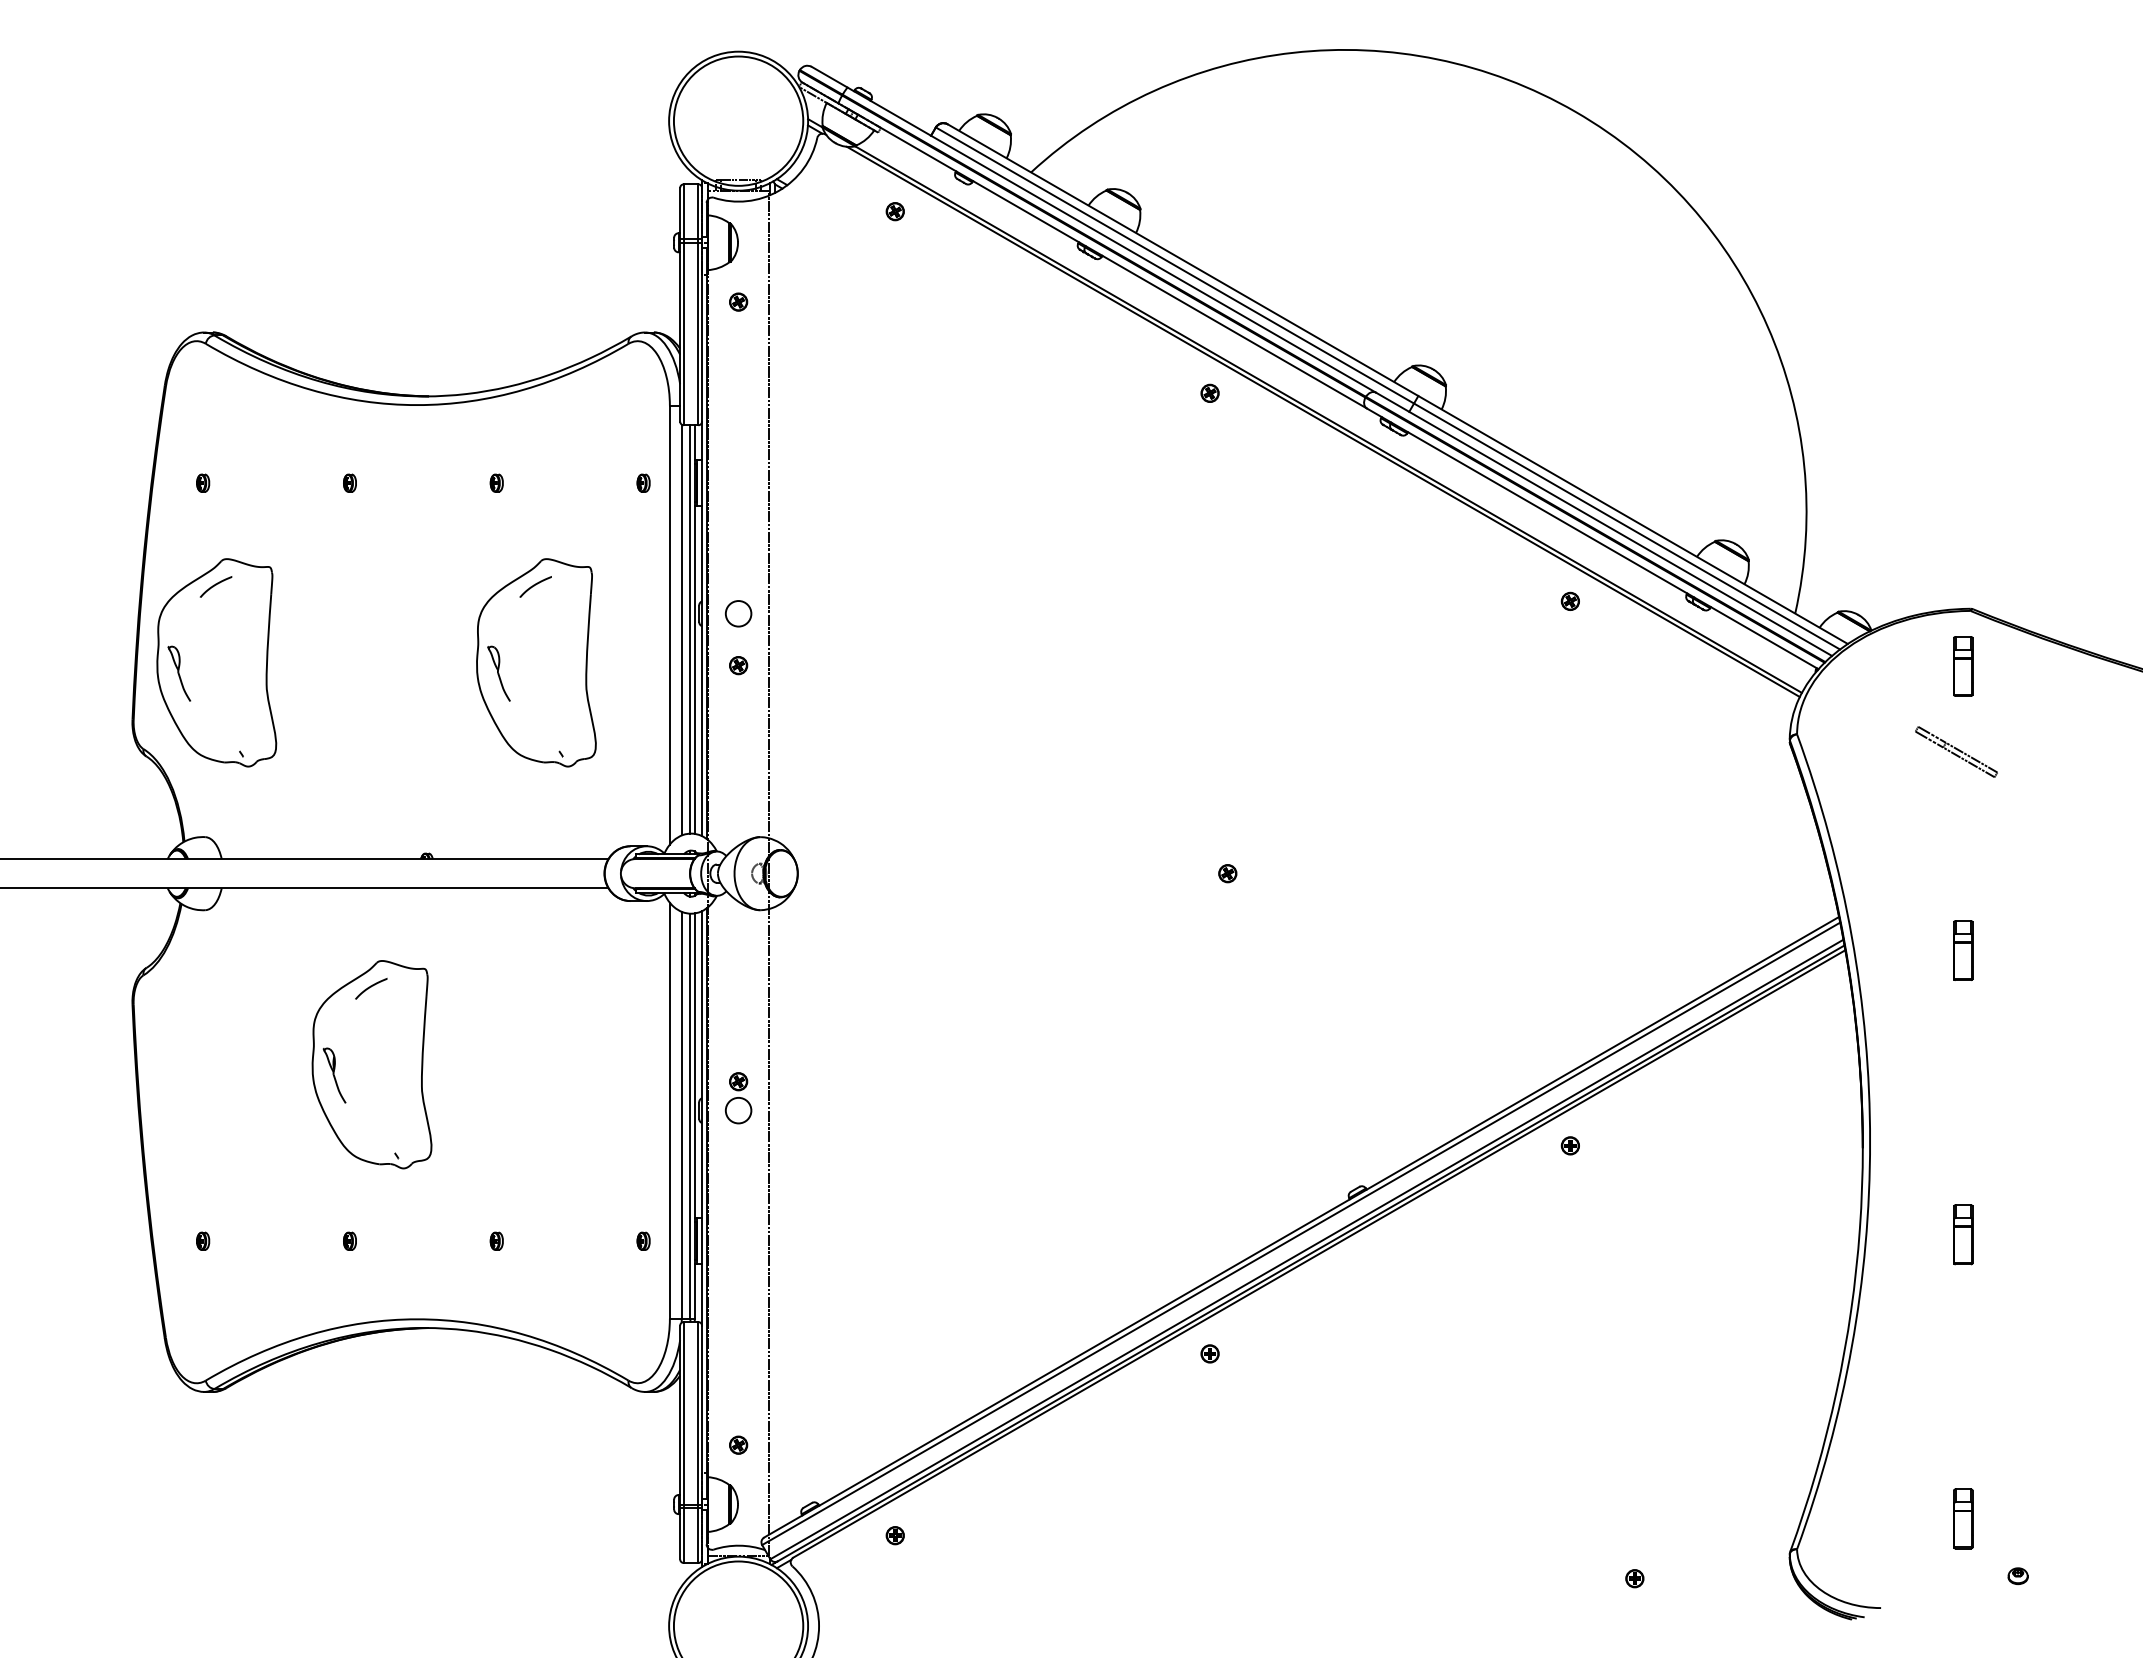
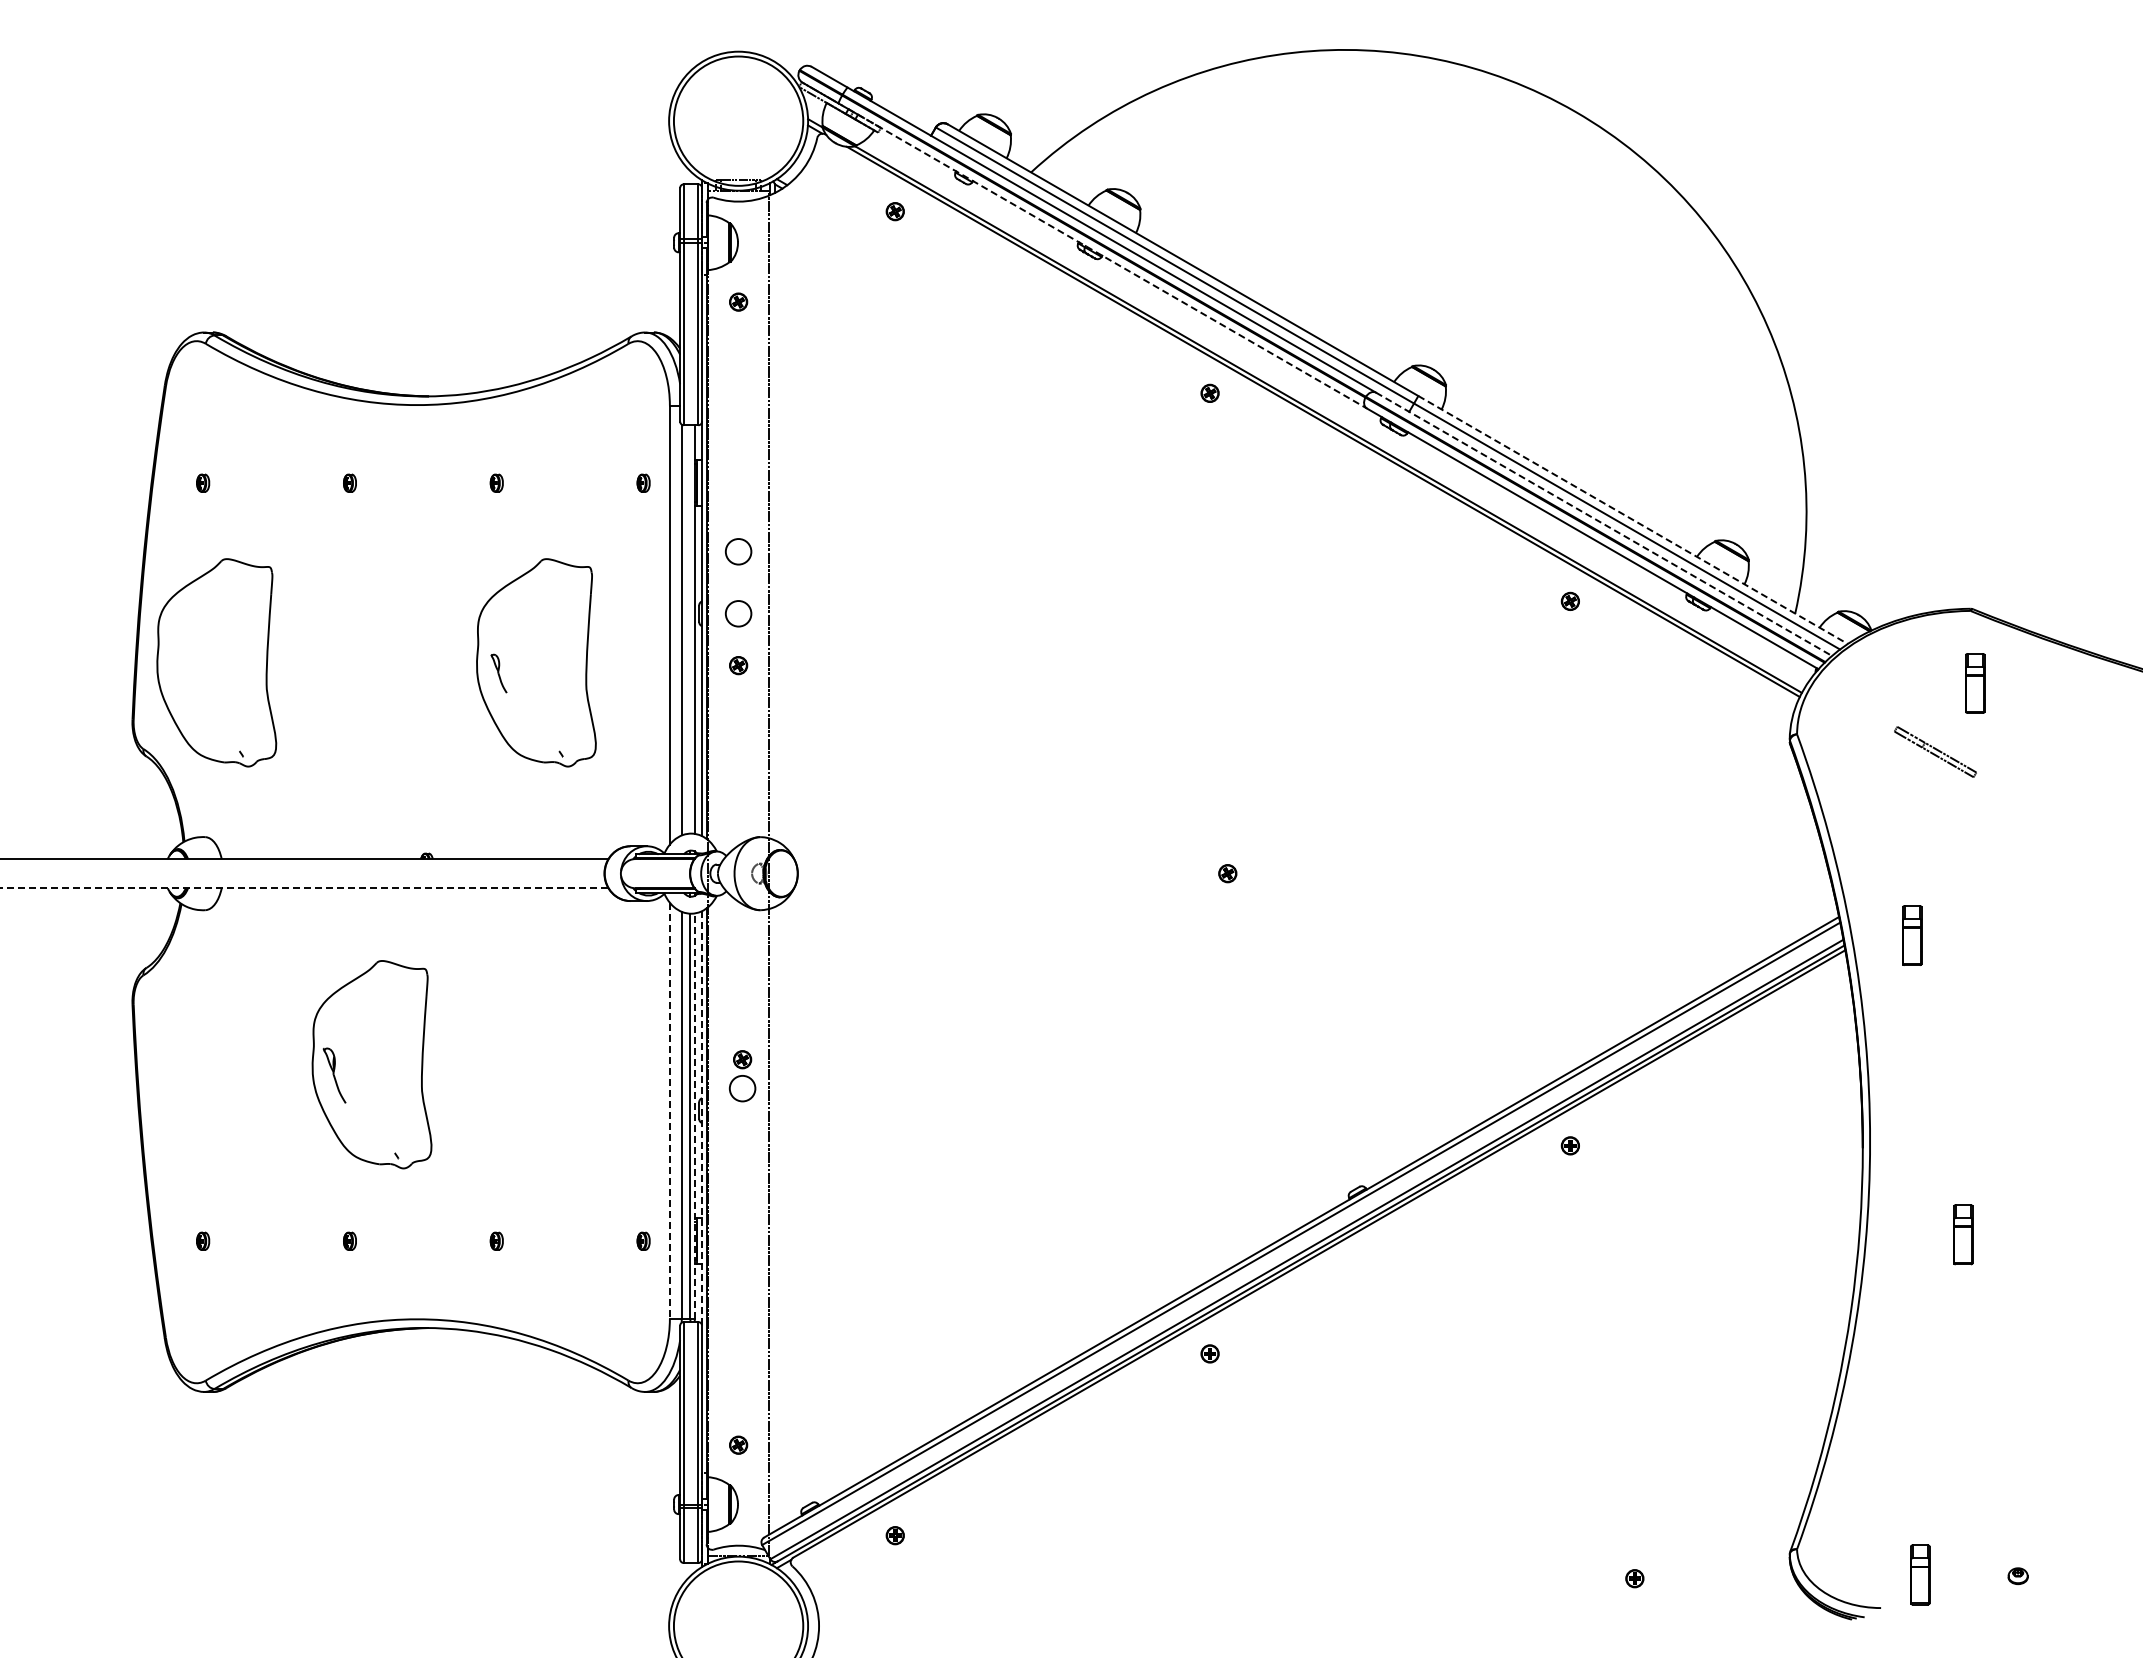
line at (1103, 256): solid -> dashed
line at (1633, 519): solid -> dashed
line at (1604, 524): solid -> dashed
circle at (738, 551): none -> present
curve at (215, 585): present -> none
curve at (535, 585): present -> none
line at (690, 629): present -> none
part at (1963, 666) position: (1963, 666) -> (1975, 683)
part at (179, 673): present -> none
part at (498, 673) size: 24x57 px -> 18x41 px
part at (1956, 751) position: (1956, 751) -> (1935, 751)
line at (304, 888): solid -> dashed
part at (1963, 950) position: (1963, 950) -> (1912, 935)
curve at (371, 987): present -> none
part at (738, 1098) position: (738, 1098) -> (742, 1076)
line at (669, 1111): solid -> dashed
line at (694, 1116): solid -> dashed
line at (702, 1118): solid -> dashed
part at (1963, 1518) position: (1963, 1518) -> (1920, 1574)
